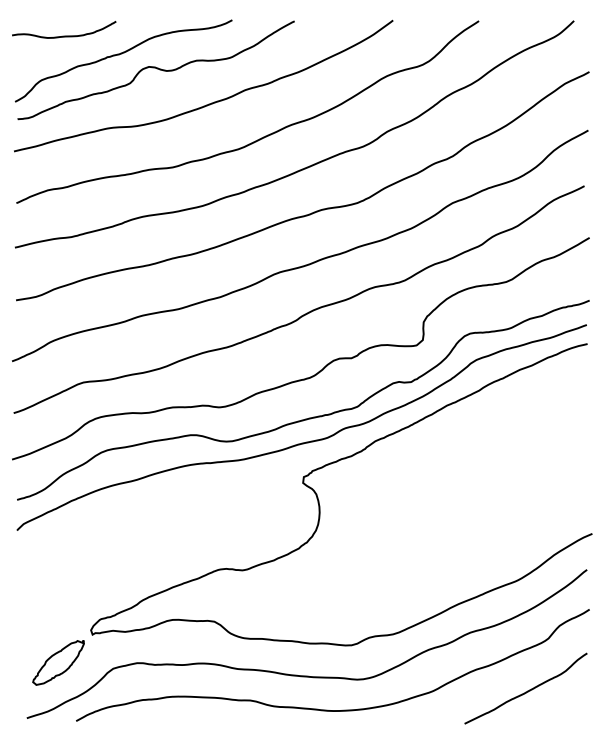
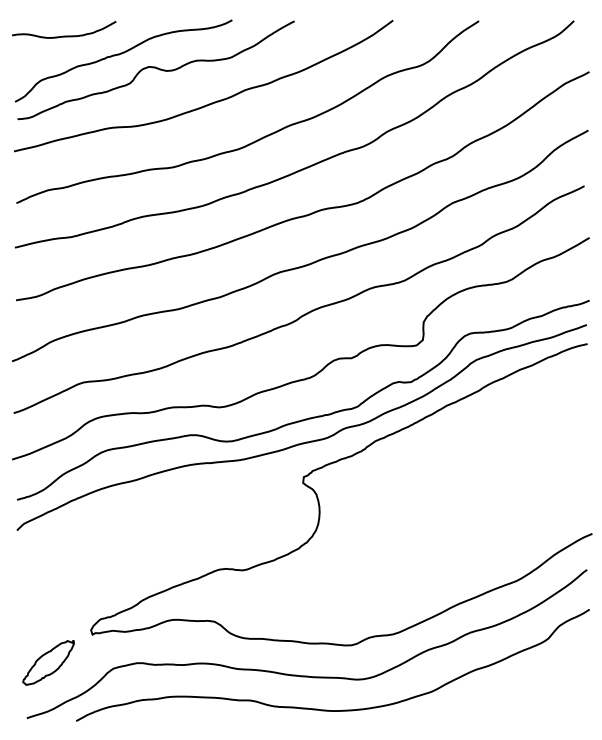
part at (58, 662) position: (58, 662) -> (48, 662)
curve at (527, 690): present -> none
